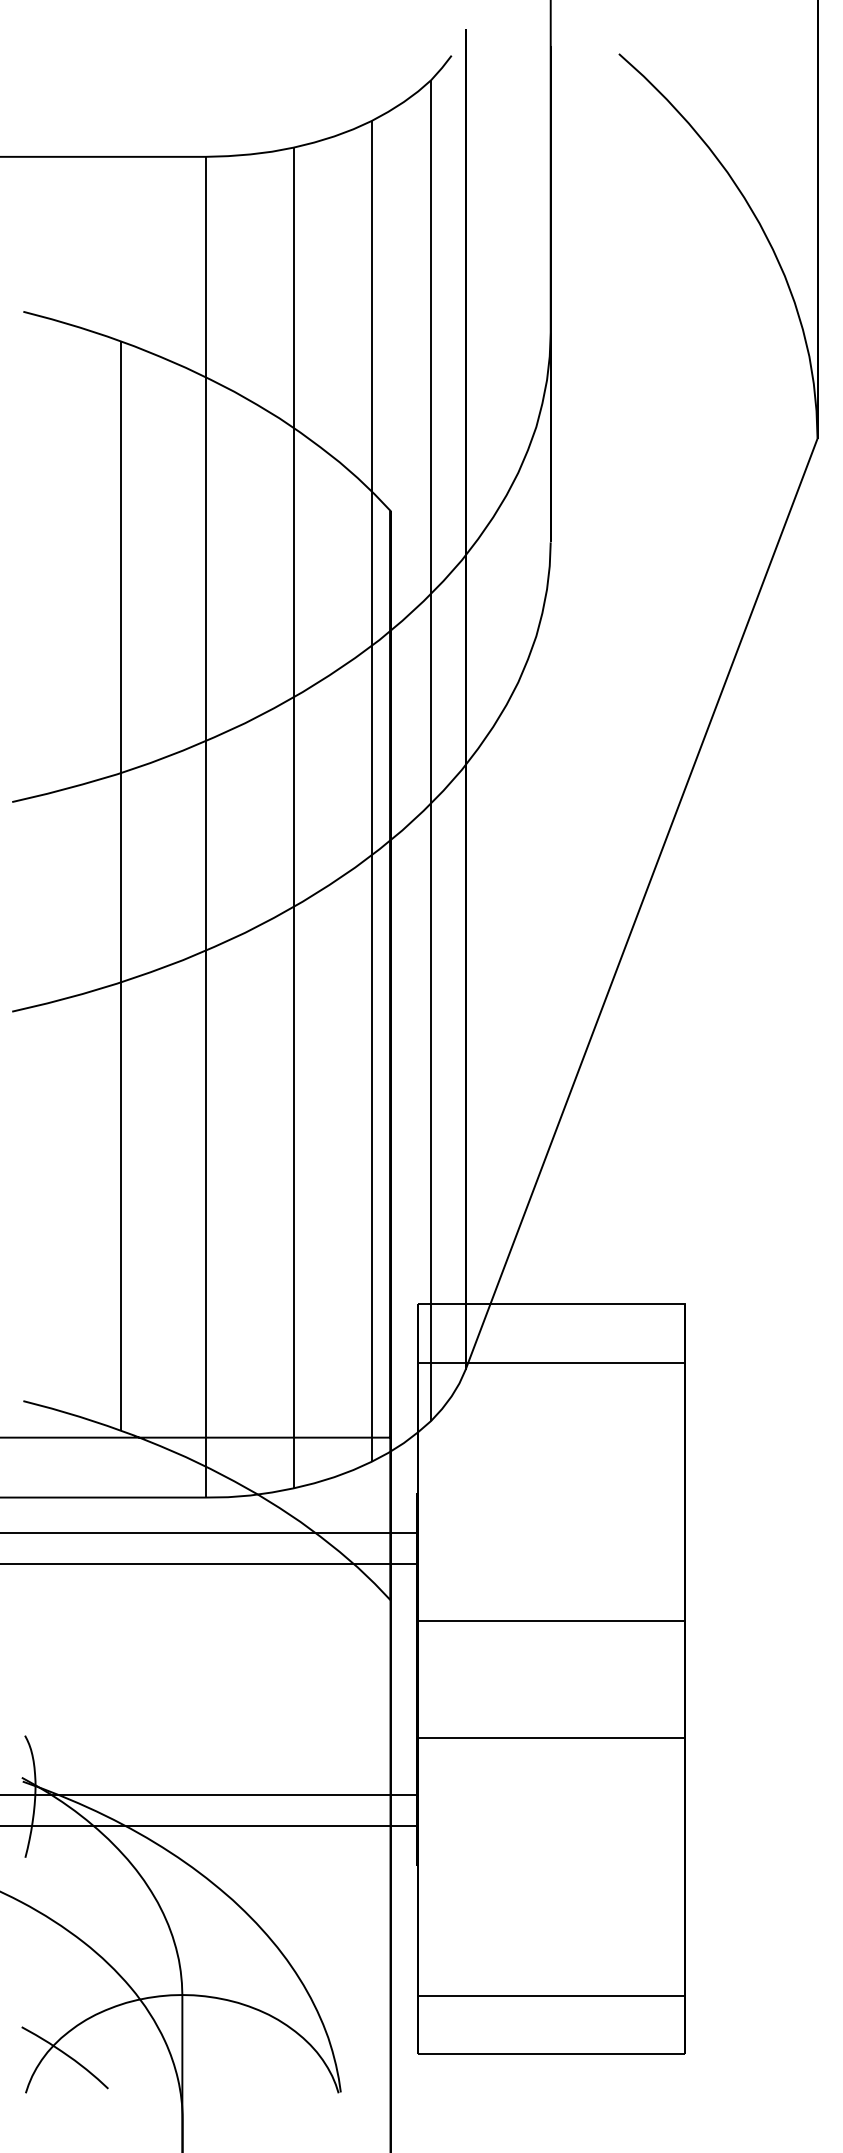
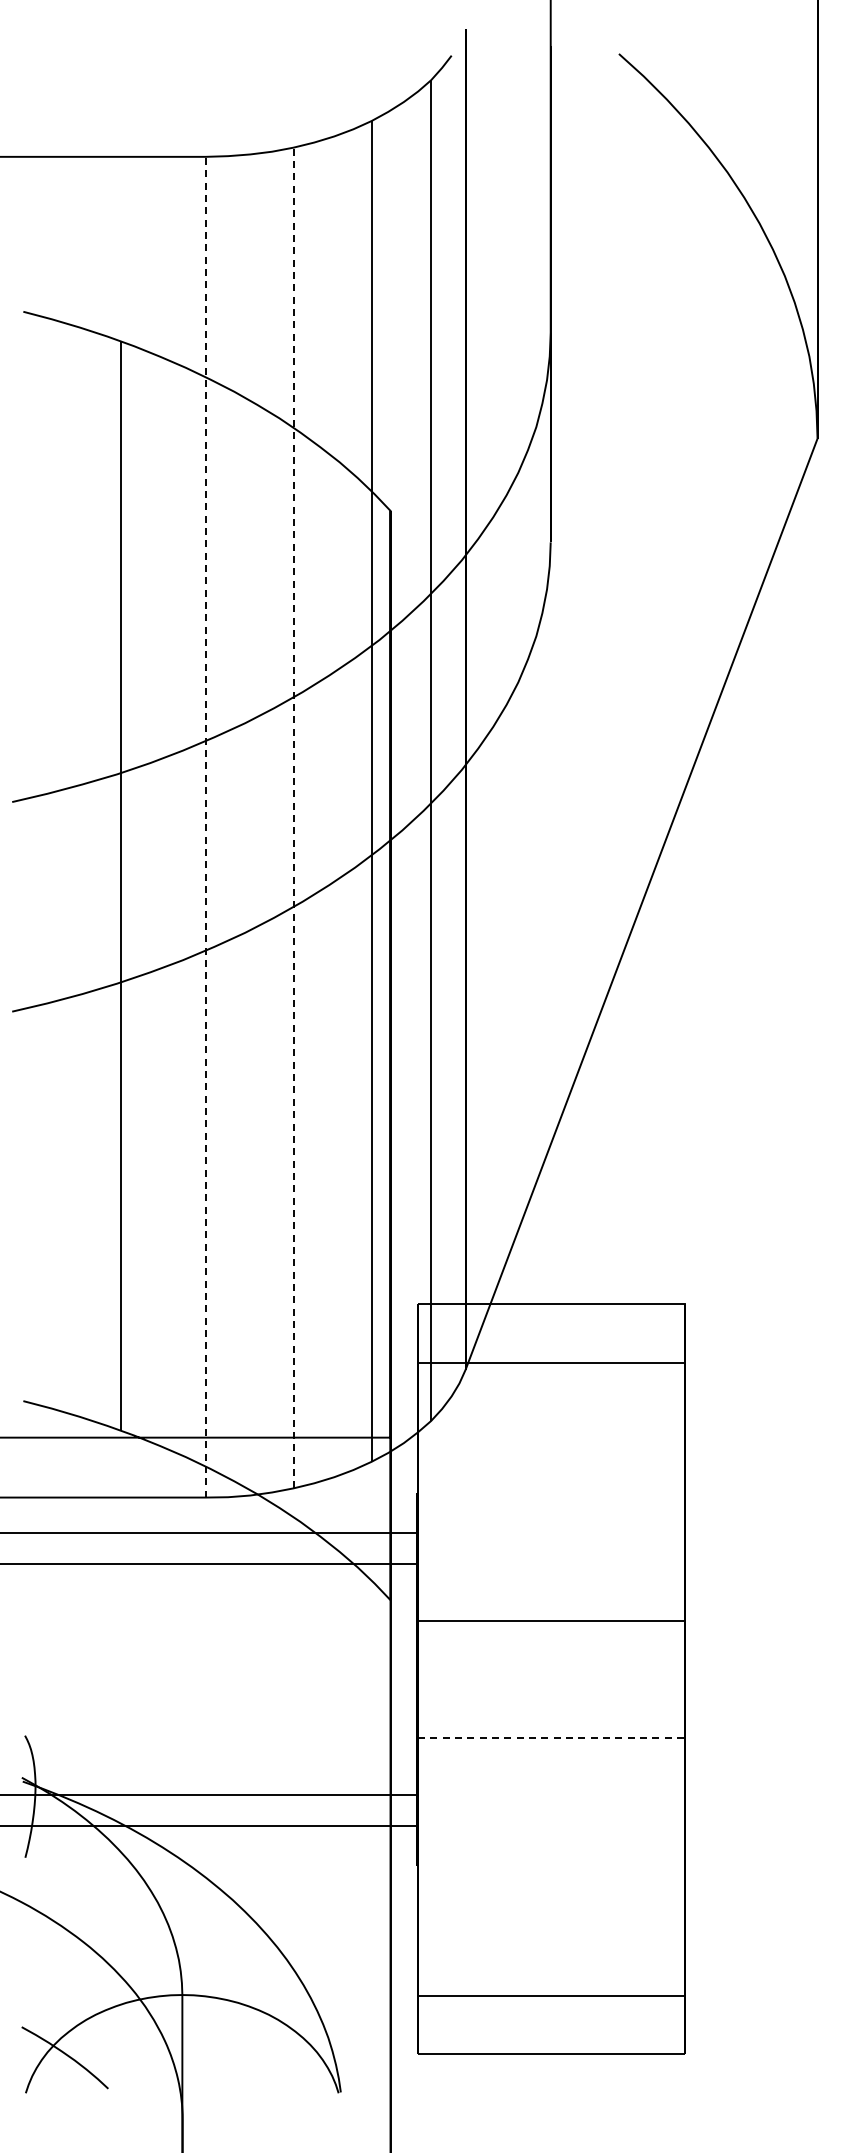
line at (293, 817): solid -> dashed
line at (205, 826): solid -> dashed
line at (551, 1737): solid -> dashed
